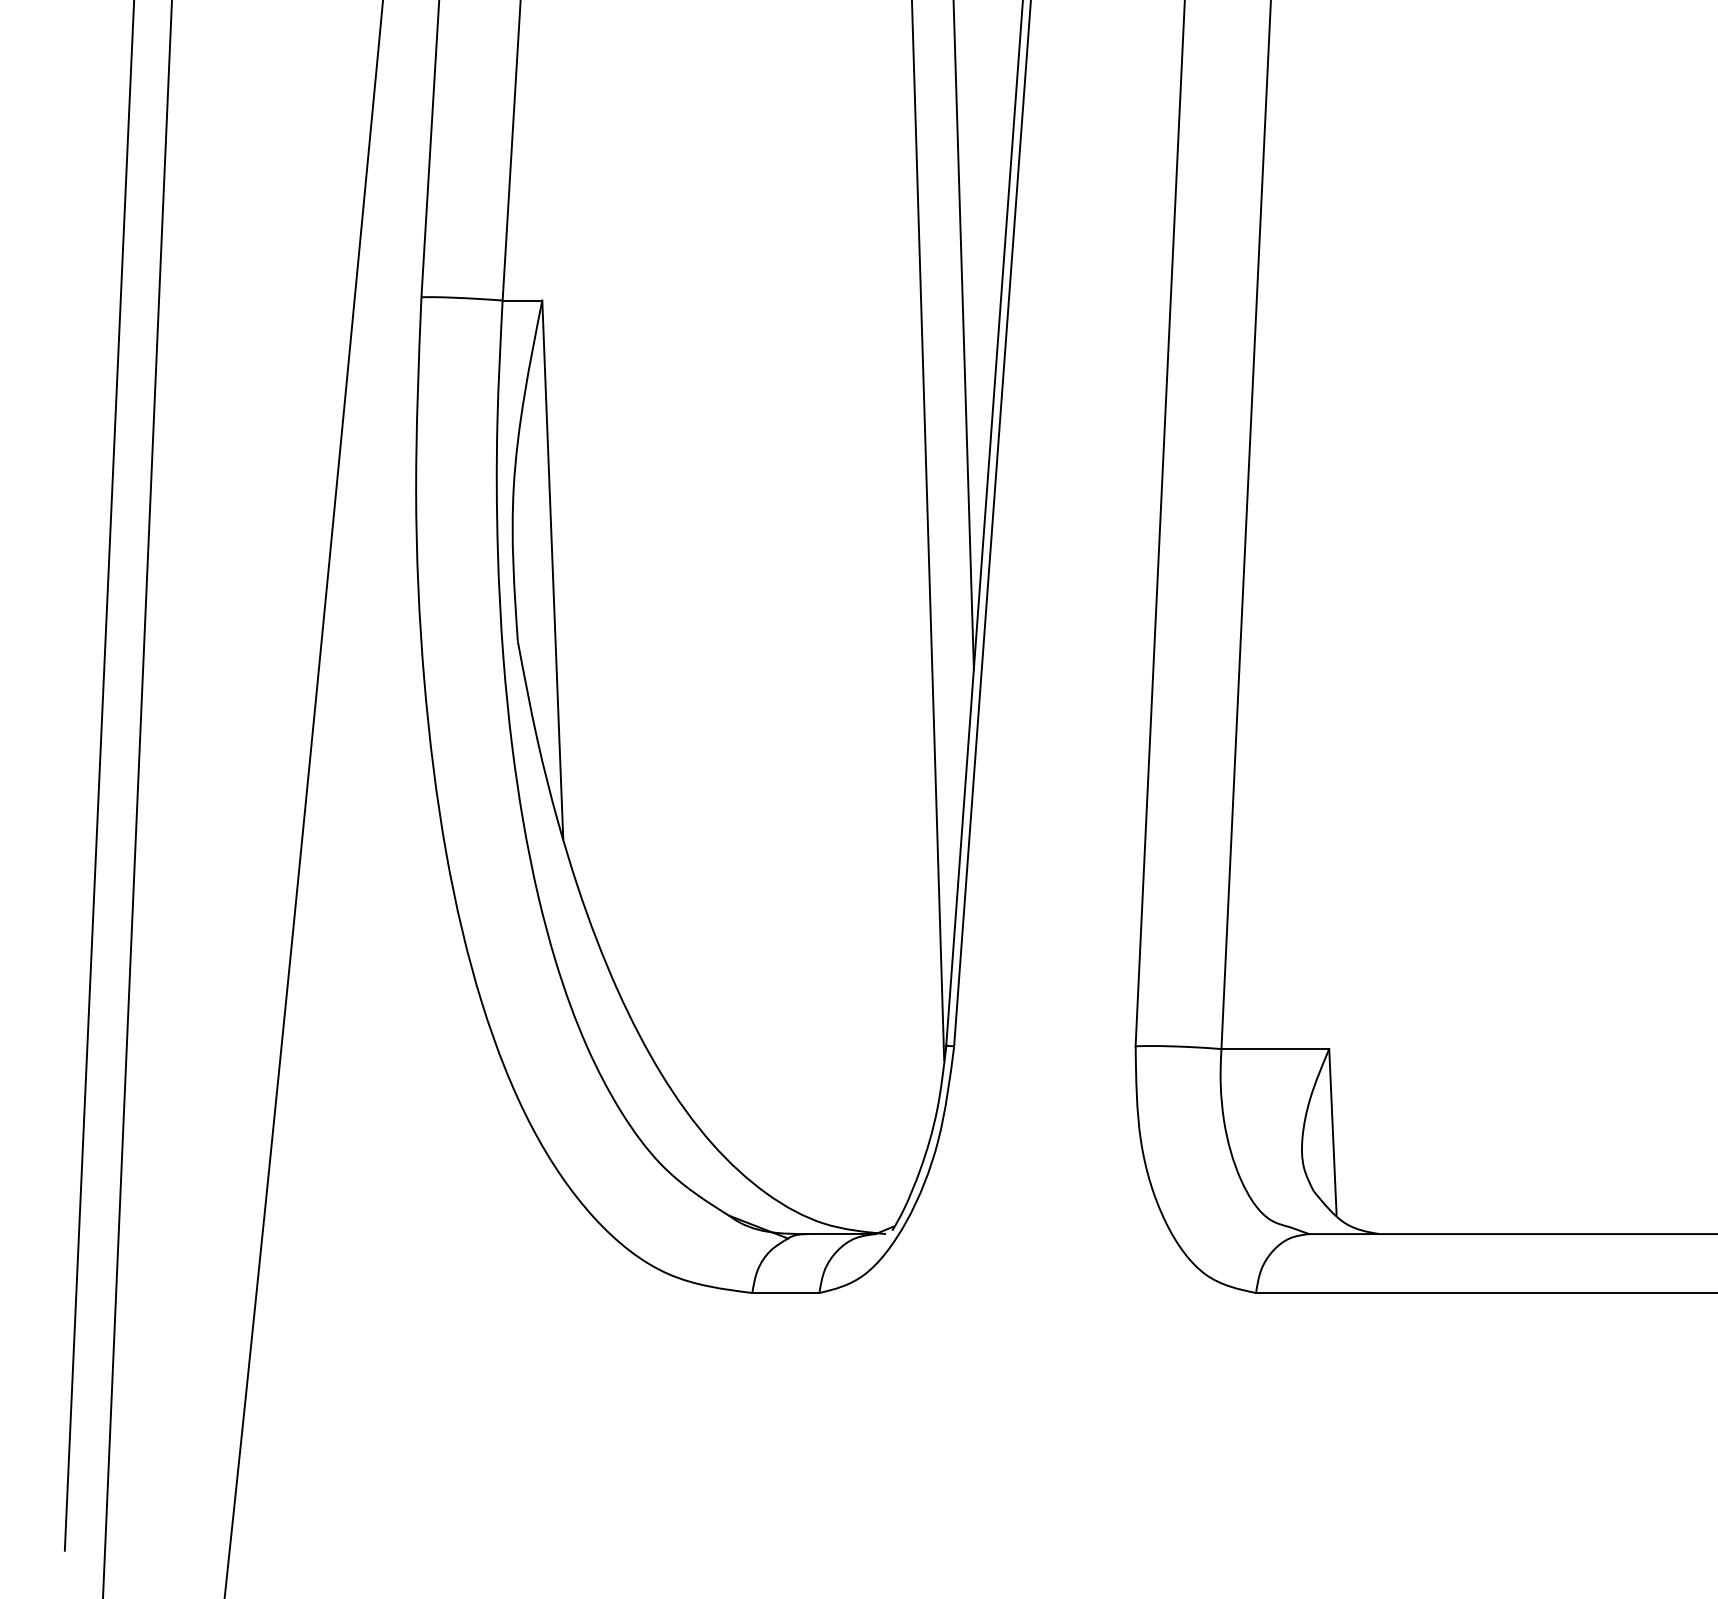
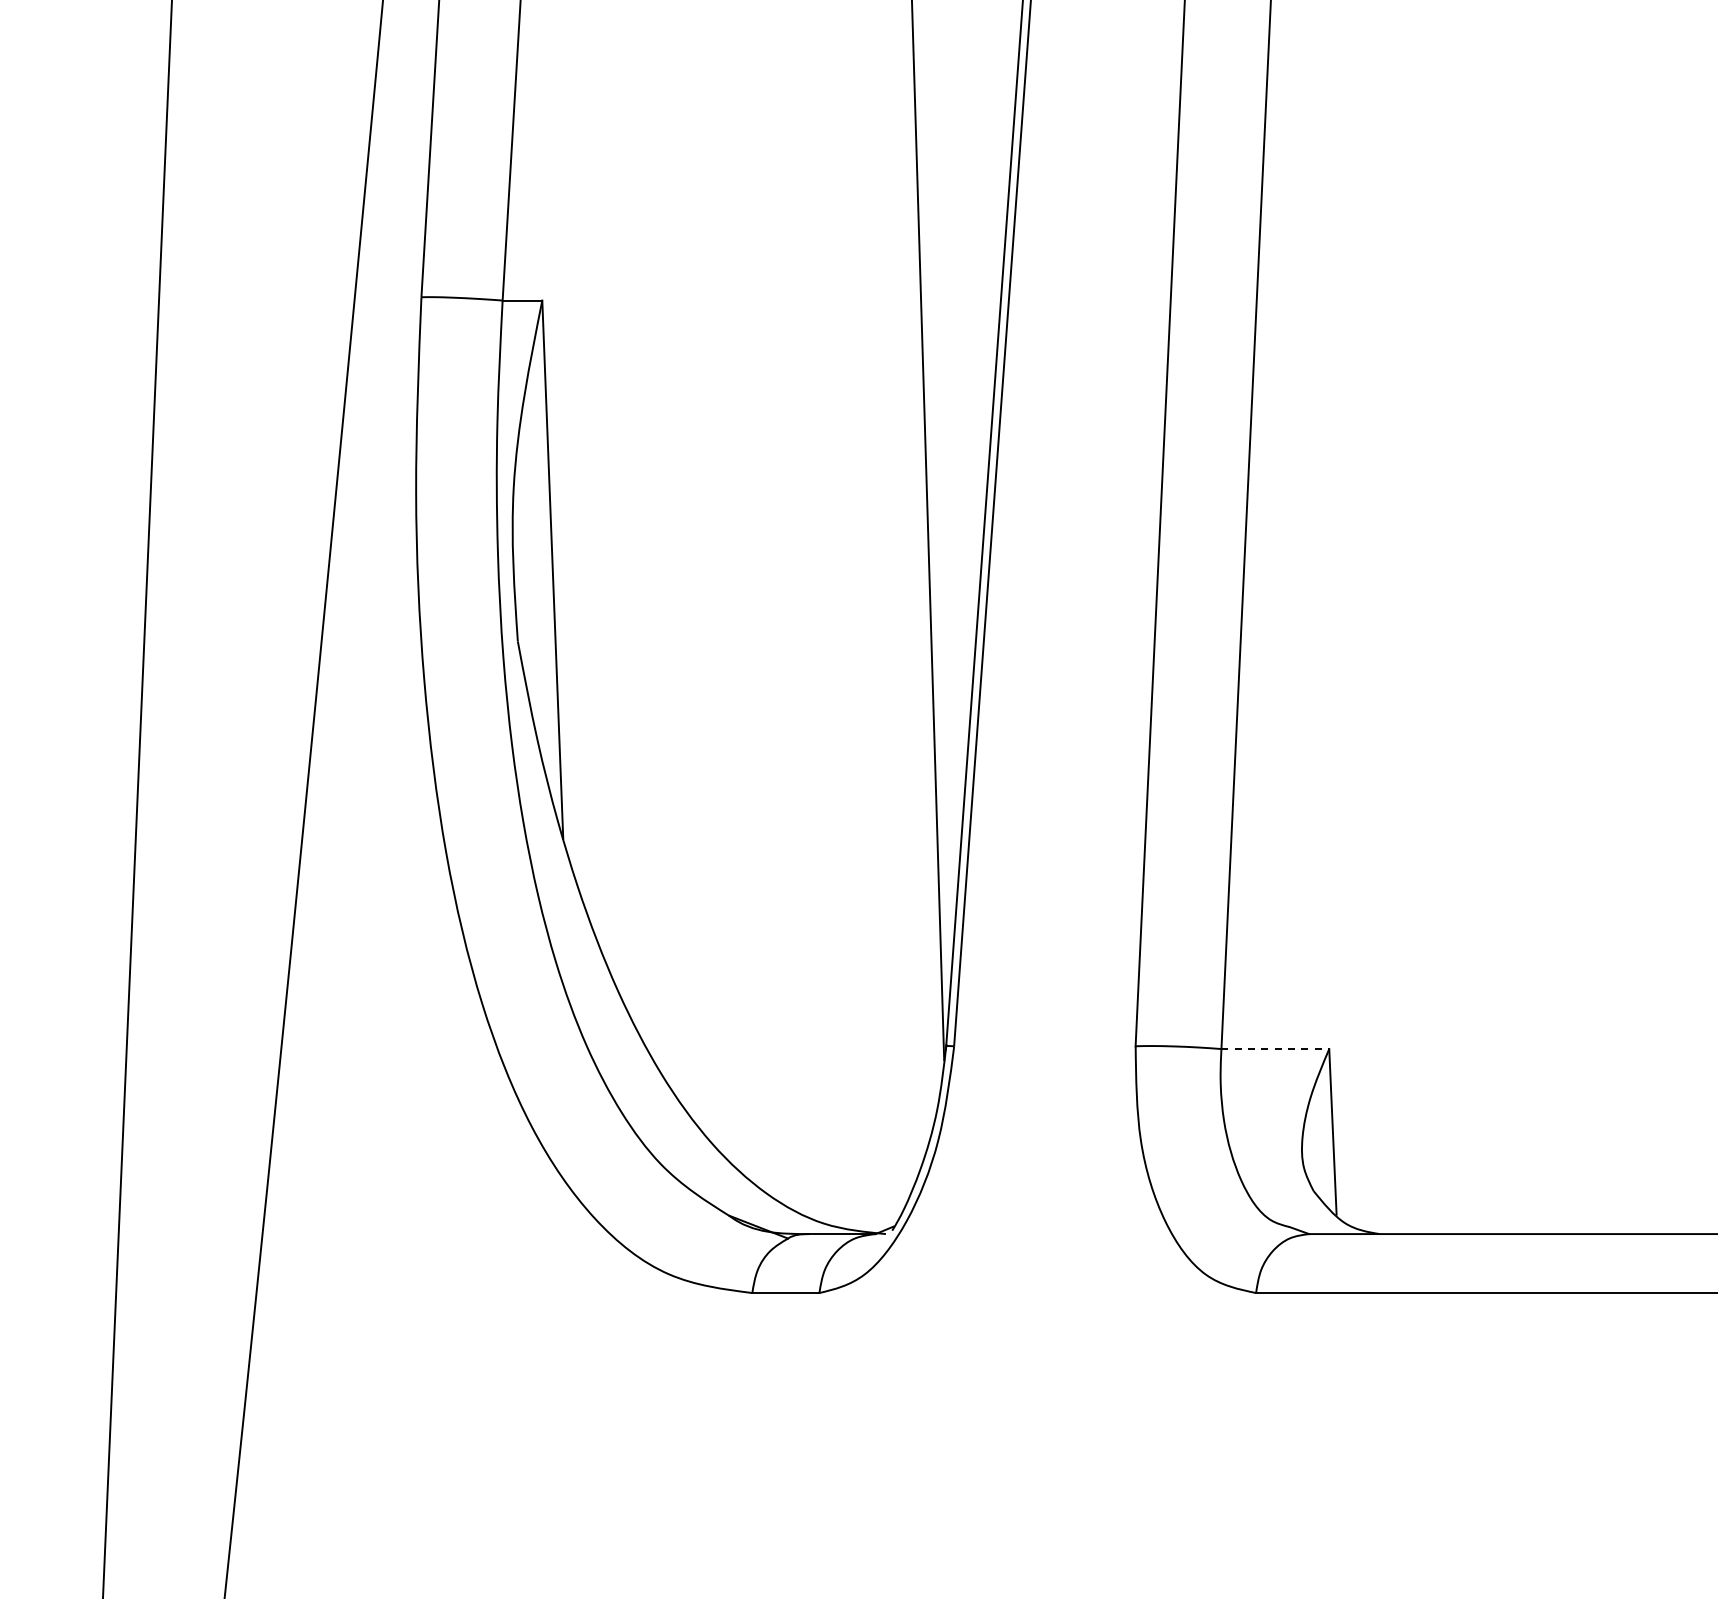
line at (963, 335): present -> none
line at (99, 776): present -> none
line at (1275, 1049): solid -> dashed
